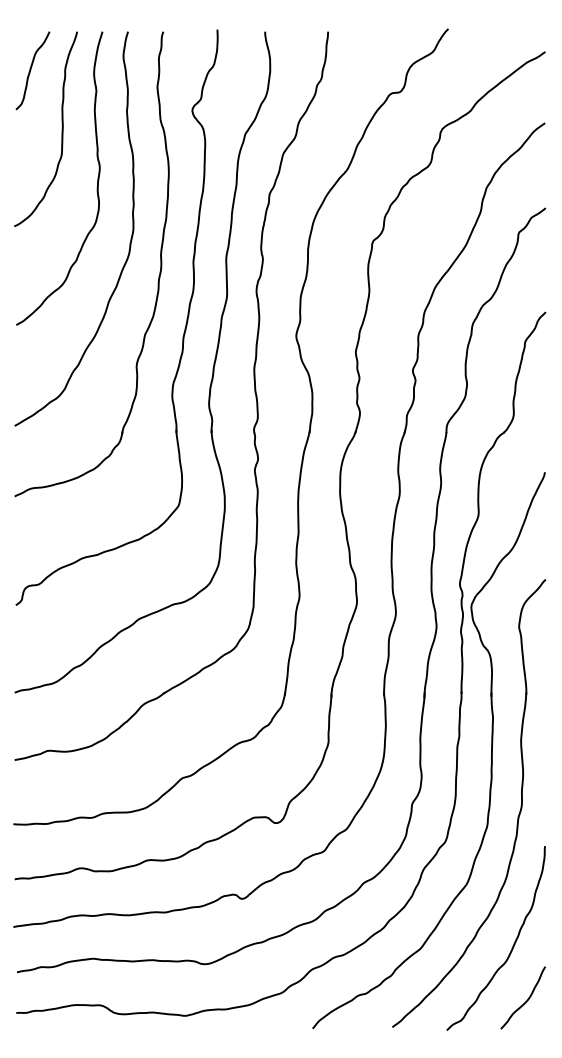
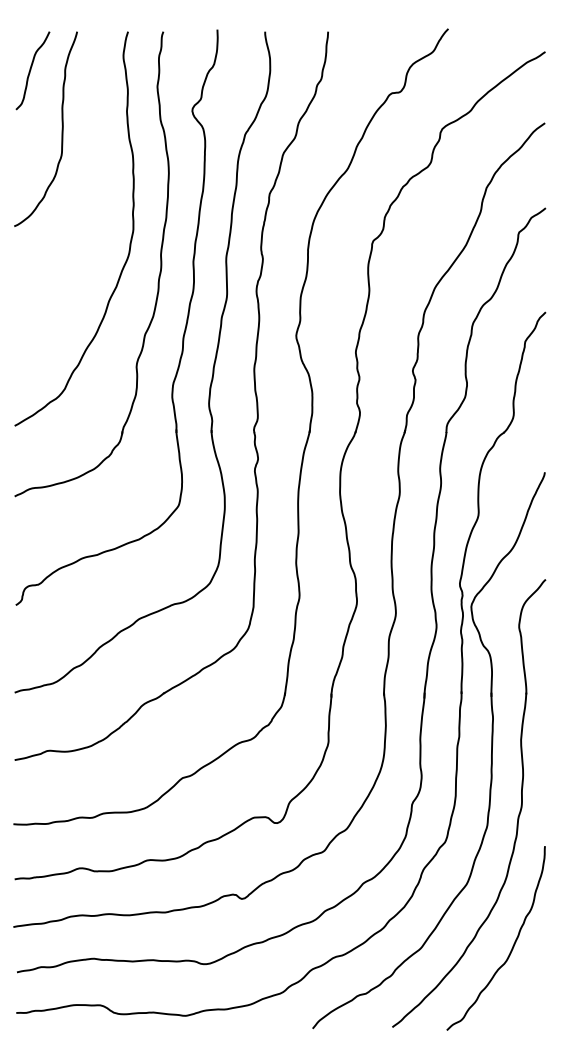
curve at (97, 178): present -> none
curve at (526, 1000): present -> none
